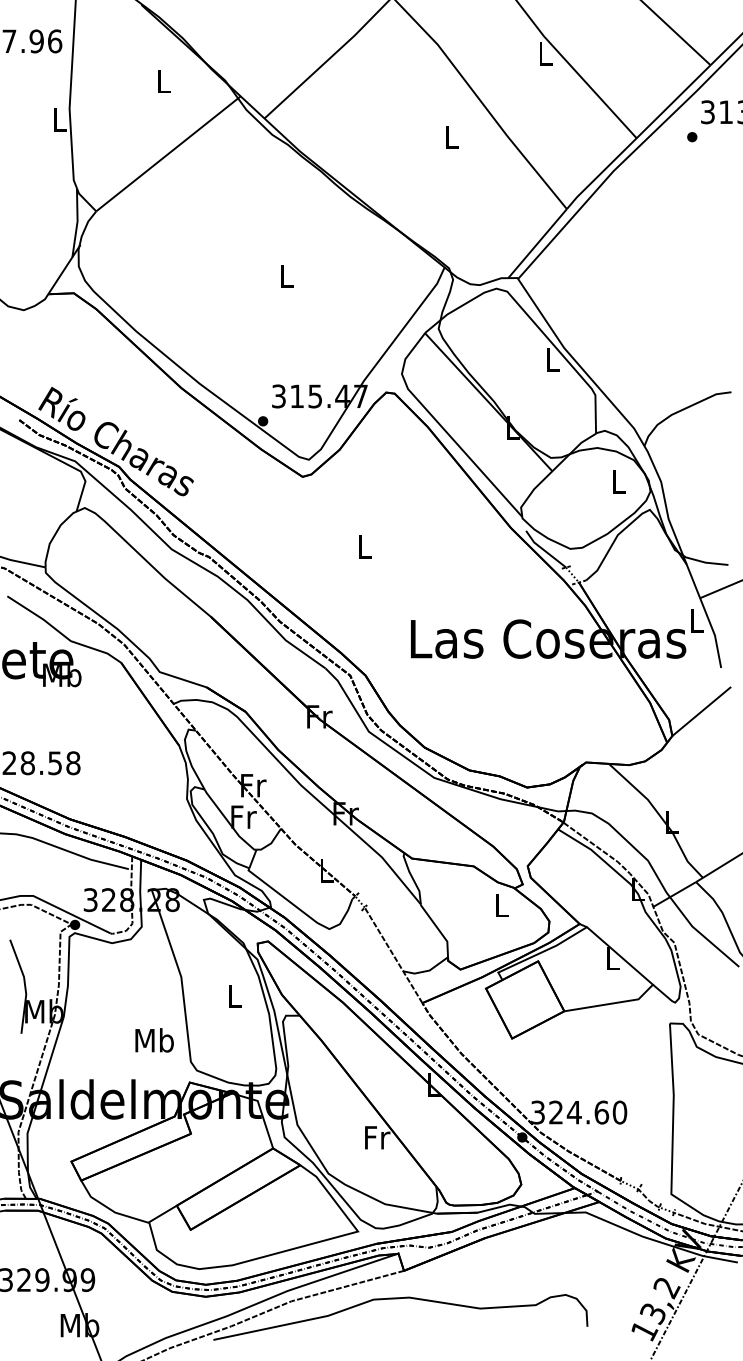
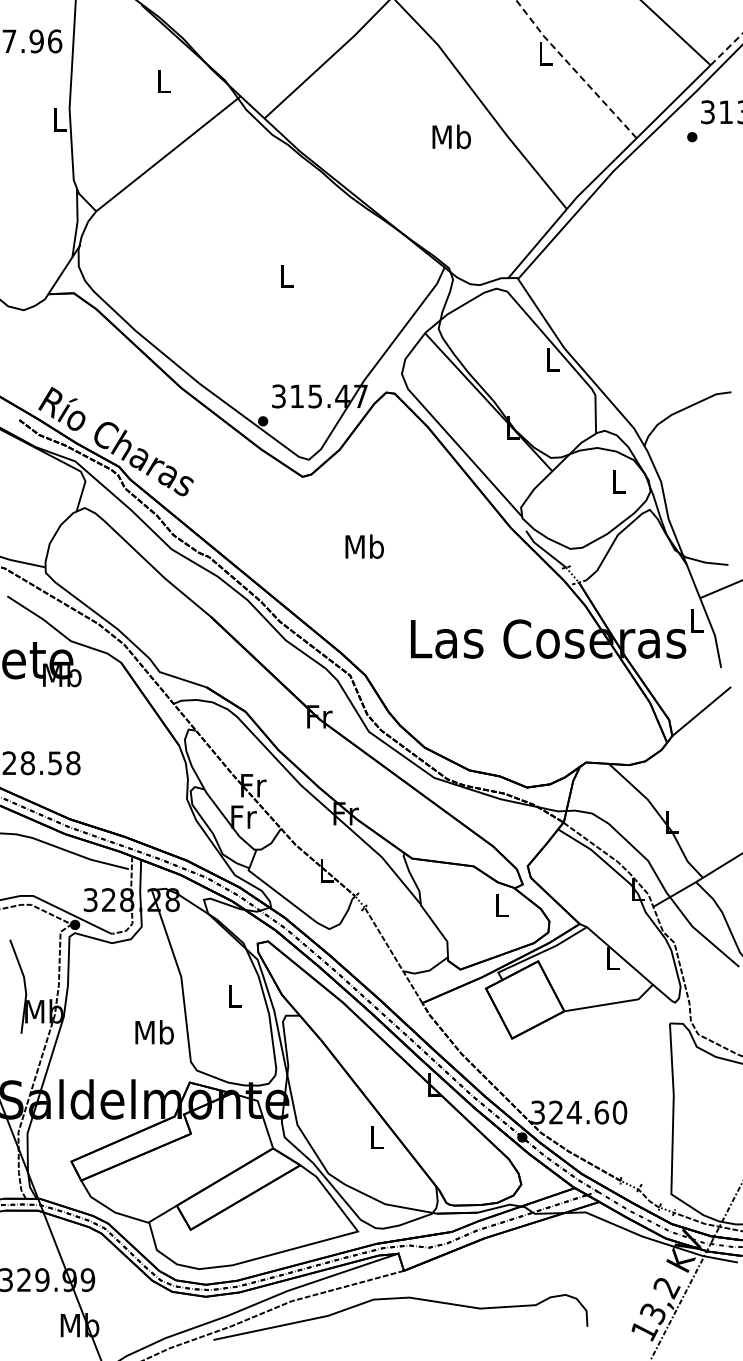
line at (727, 48): solid -> dashed
line at (574, 69): solid -> dashed
text at (451, 136): L -> Mb
text at (364, 546): L -> Mb
text at (154, 1040) position: (154, 1040) -> (154, 1032)
text at (377, 1137): Fr -> L
